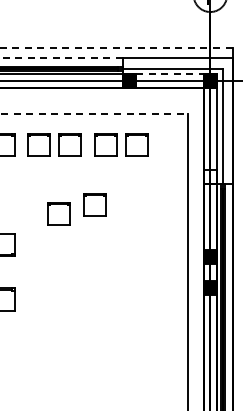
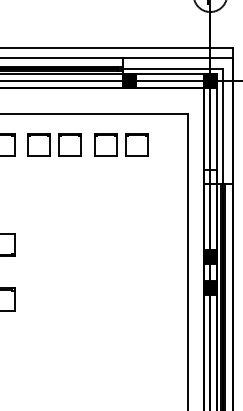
line at (116, 47): dashed -> solid
line at (61, 58): dashed -> solid
line at (169, 74): dashed -> solid
line at (94, 114): dashed -> solid
part at (94, 204): present -> none
part at (58, 213): present -> none
